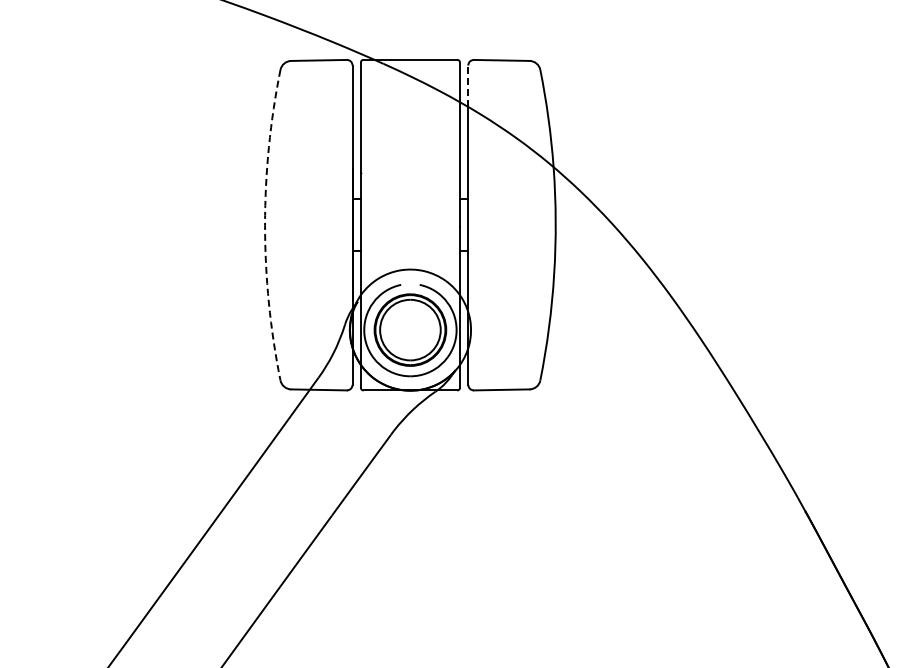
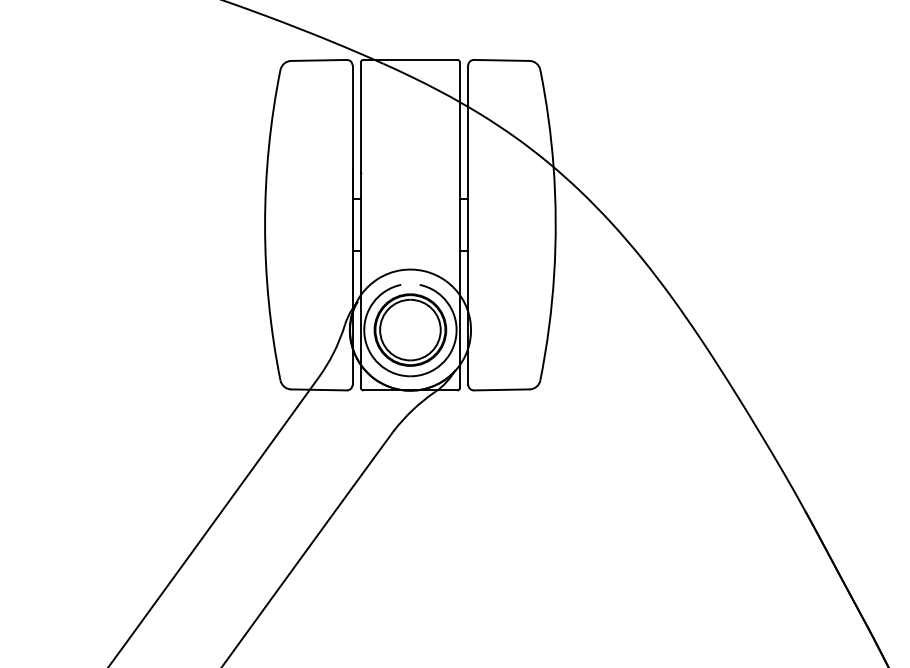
line at (468, 86): dashed -> solid
arc at (265, 225): dashed -> solid
